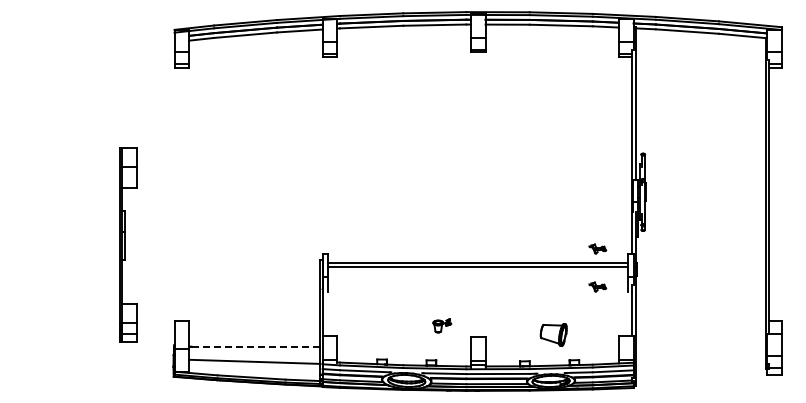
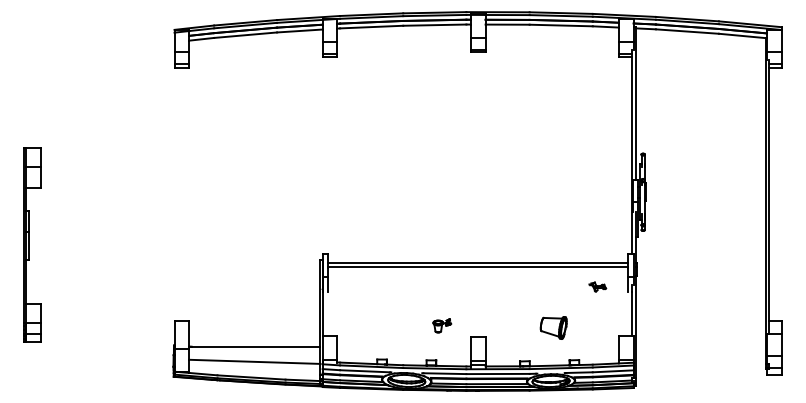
part at (128, 244) position: (128, 244) -> (32, 244)
part at (597, 248): present -> none
part at (553, 334) position: (553, 334) -> (553, 327)
line at (255, 346): dashed -> solid
